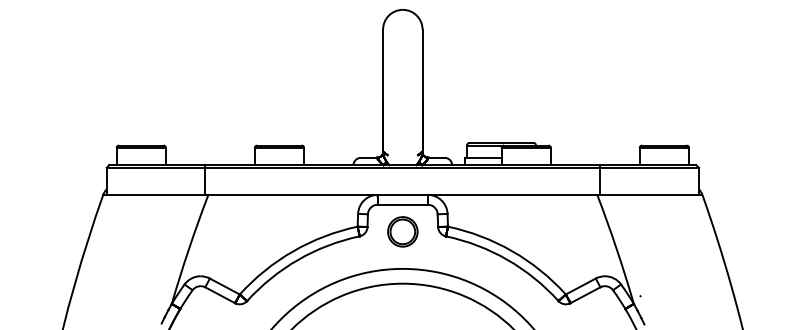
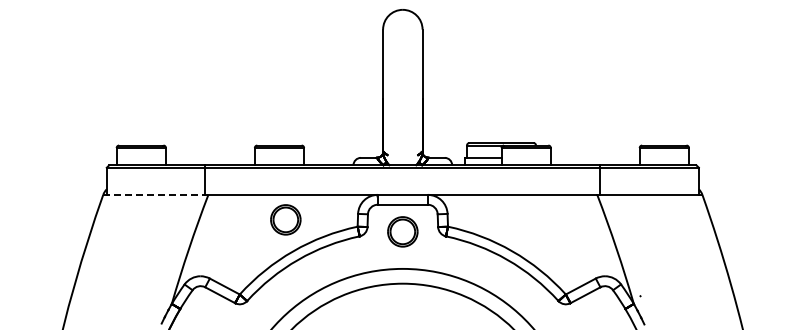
line at (155, 194): solid -> dashed
part at (285, 219): none -> present
